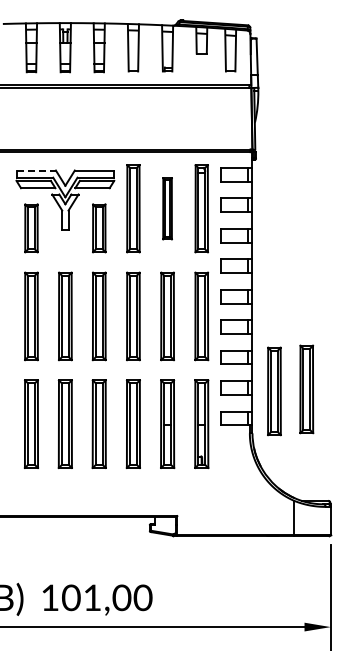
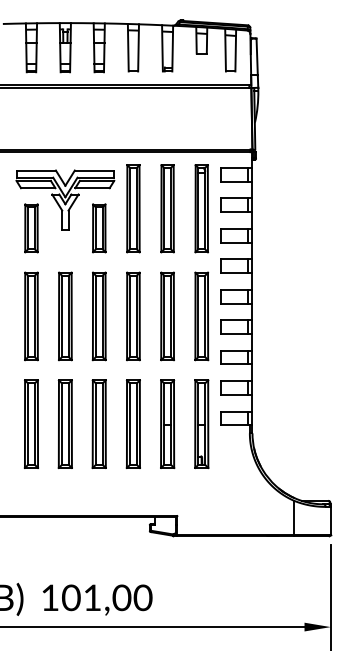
line at (36, 170): dashed -> solid
part at (167, 208) size: 11x64 px -> 15x90 px
part at (306, 389): present -> none
part at (274, 391): present -> none
